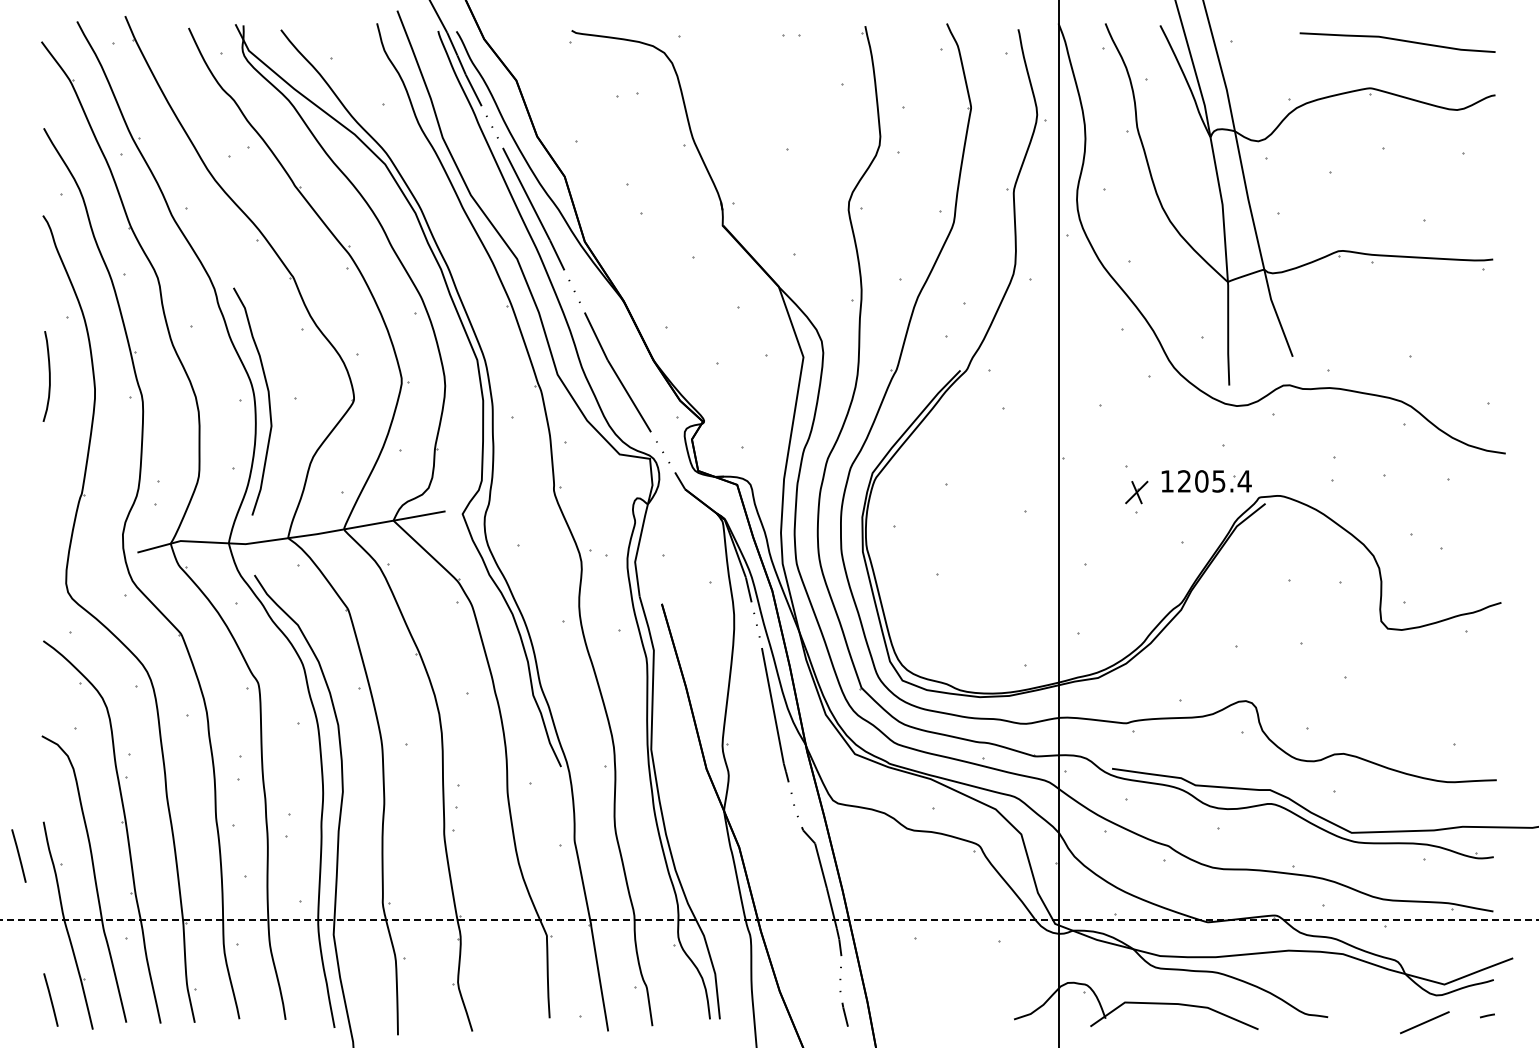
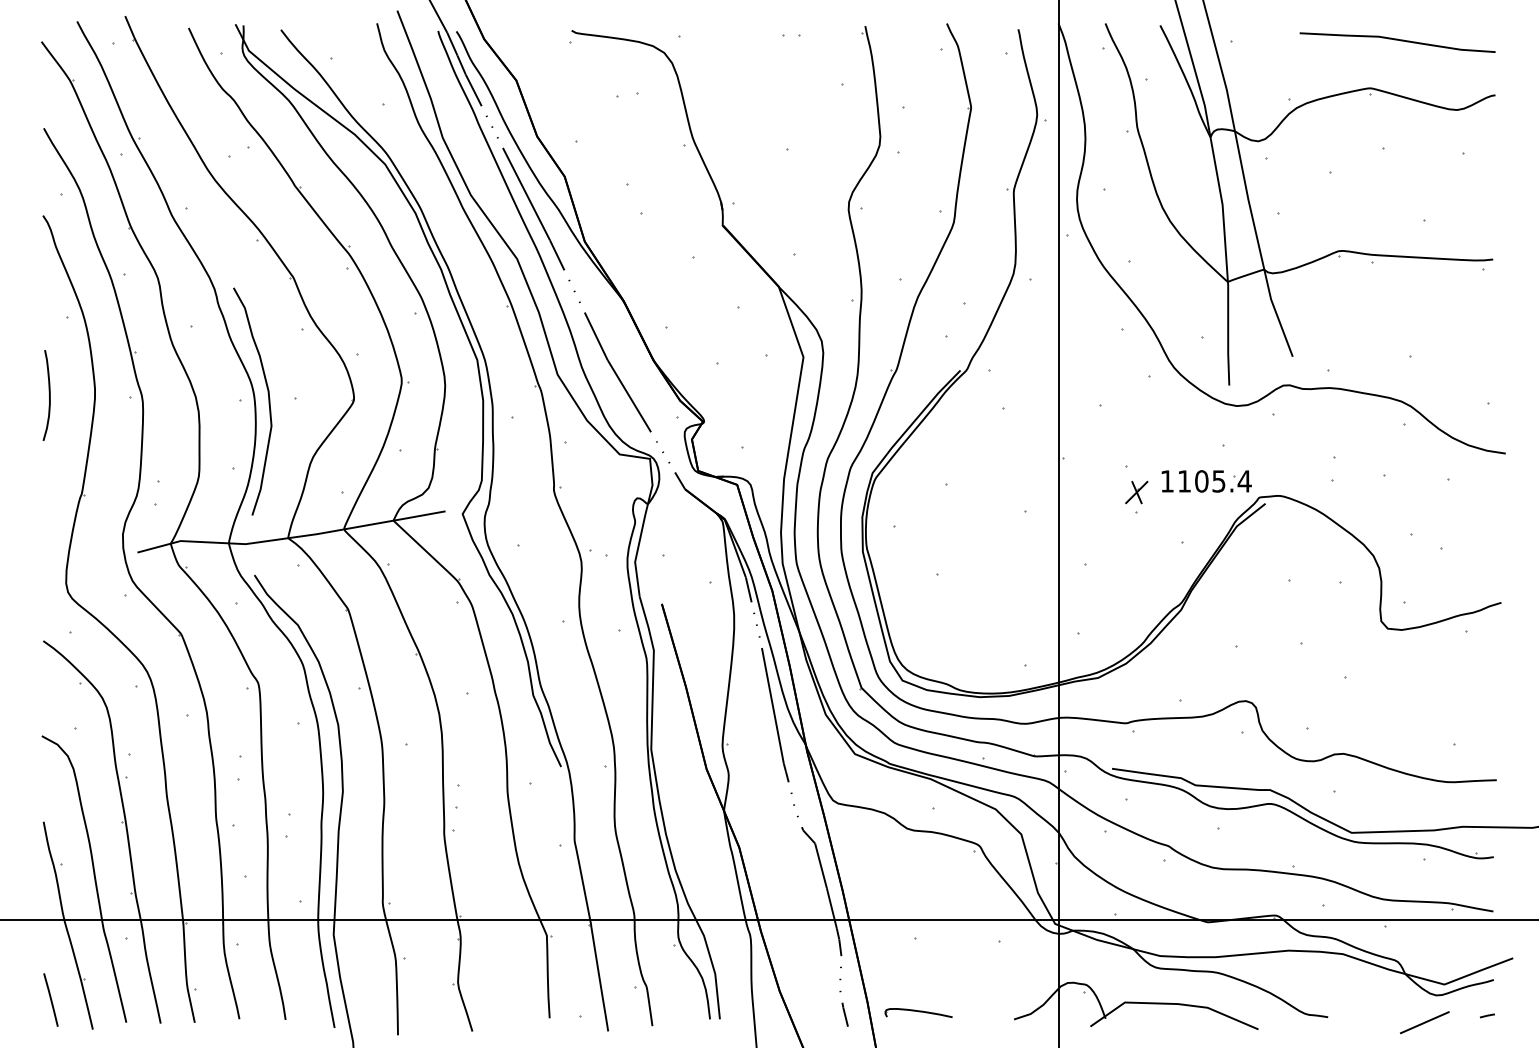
curve at (49, 376) position: (49, 376) -> (49, 395)
text at (1184, 481): 1205.4 -> 1105.4
line at (18, 855): present -> none
line at (768, 919): dashed -> solid
part at (918, 1012): none -> present
